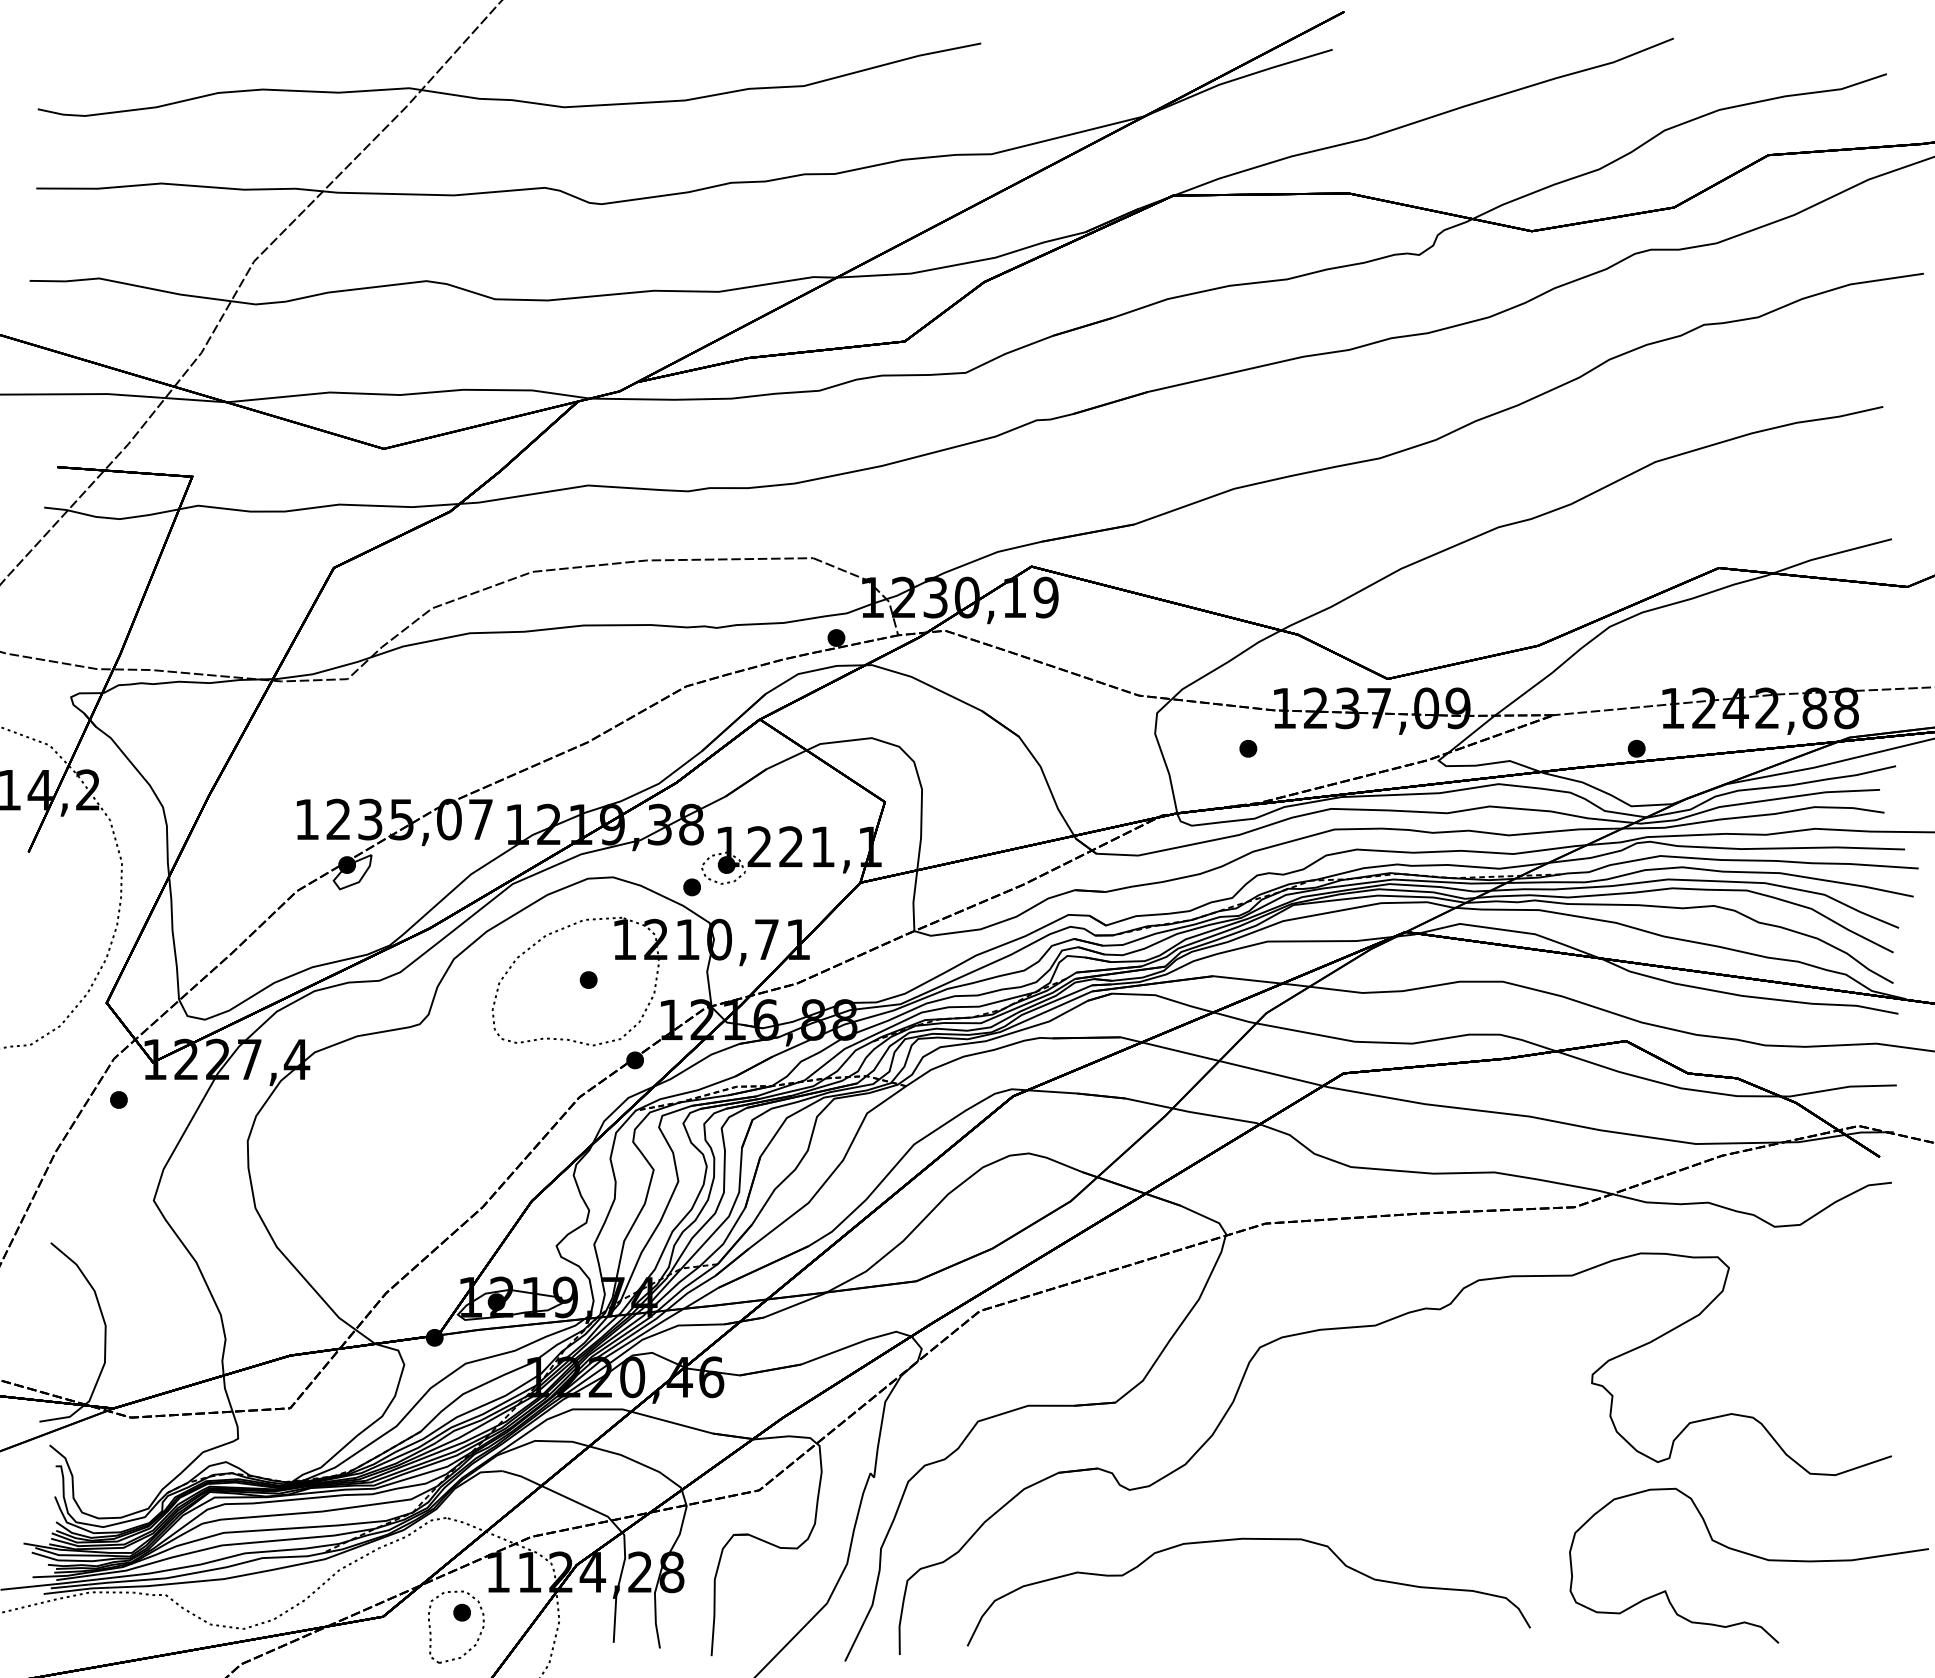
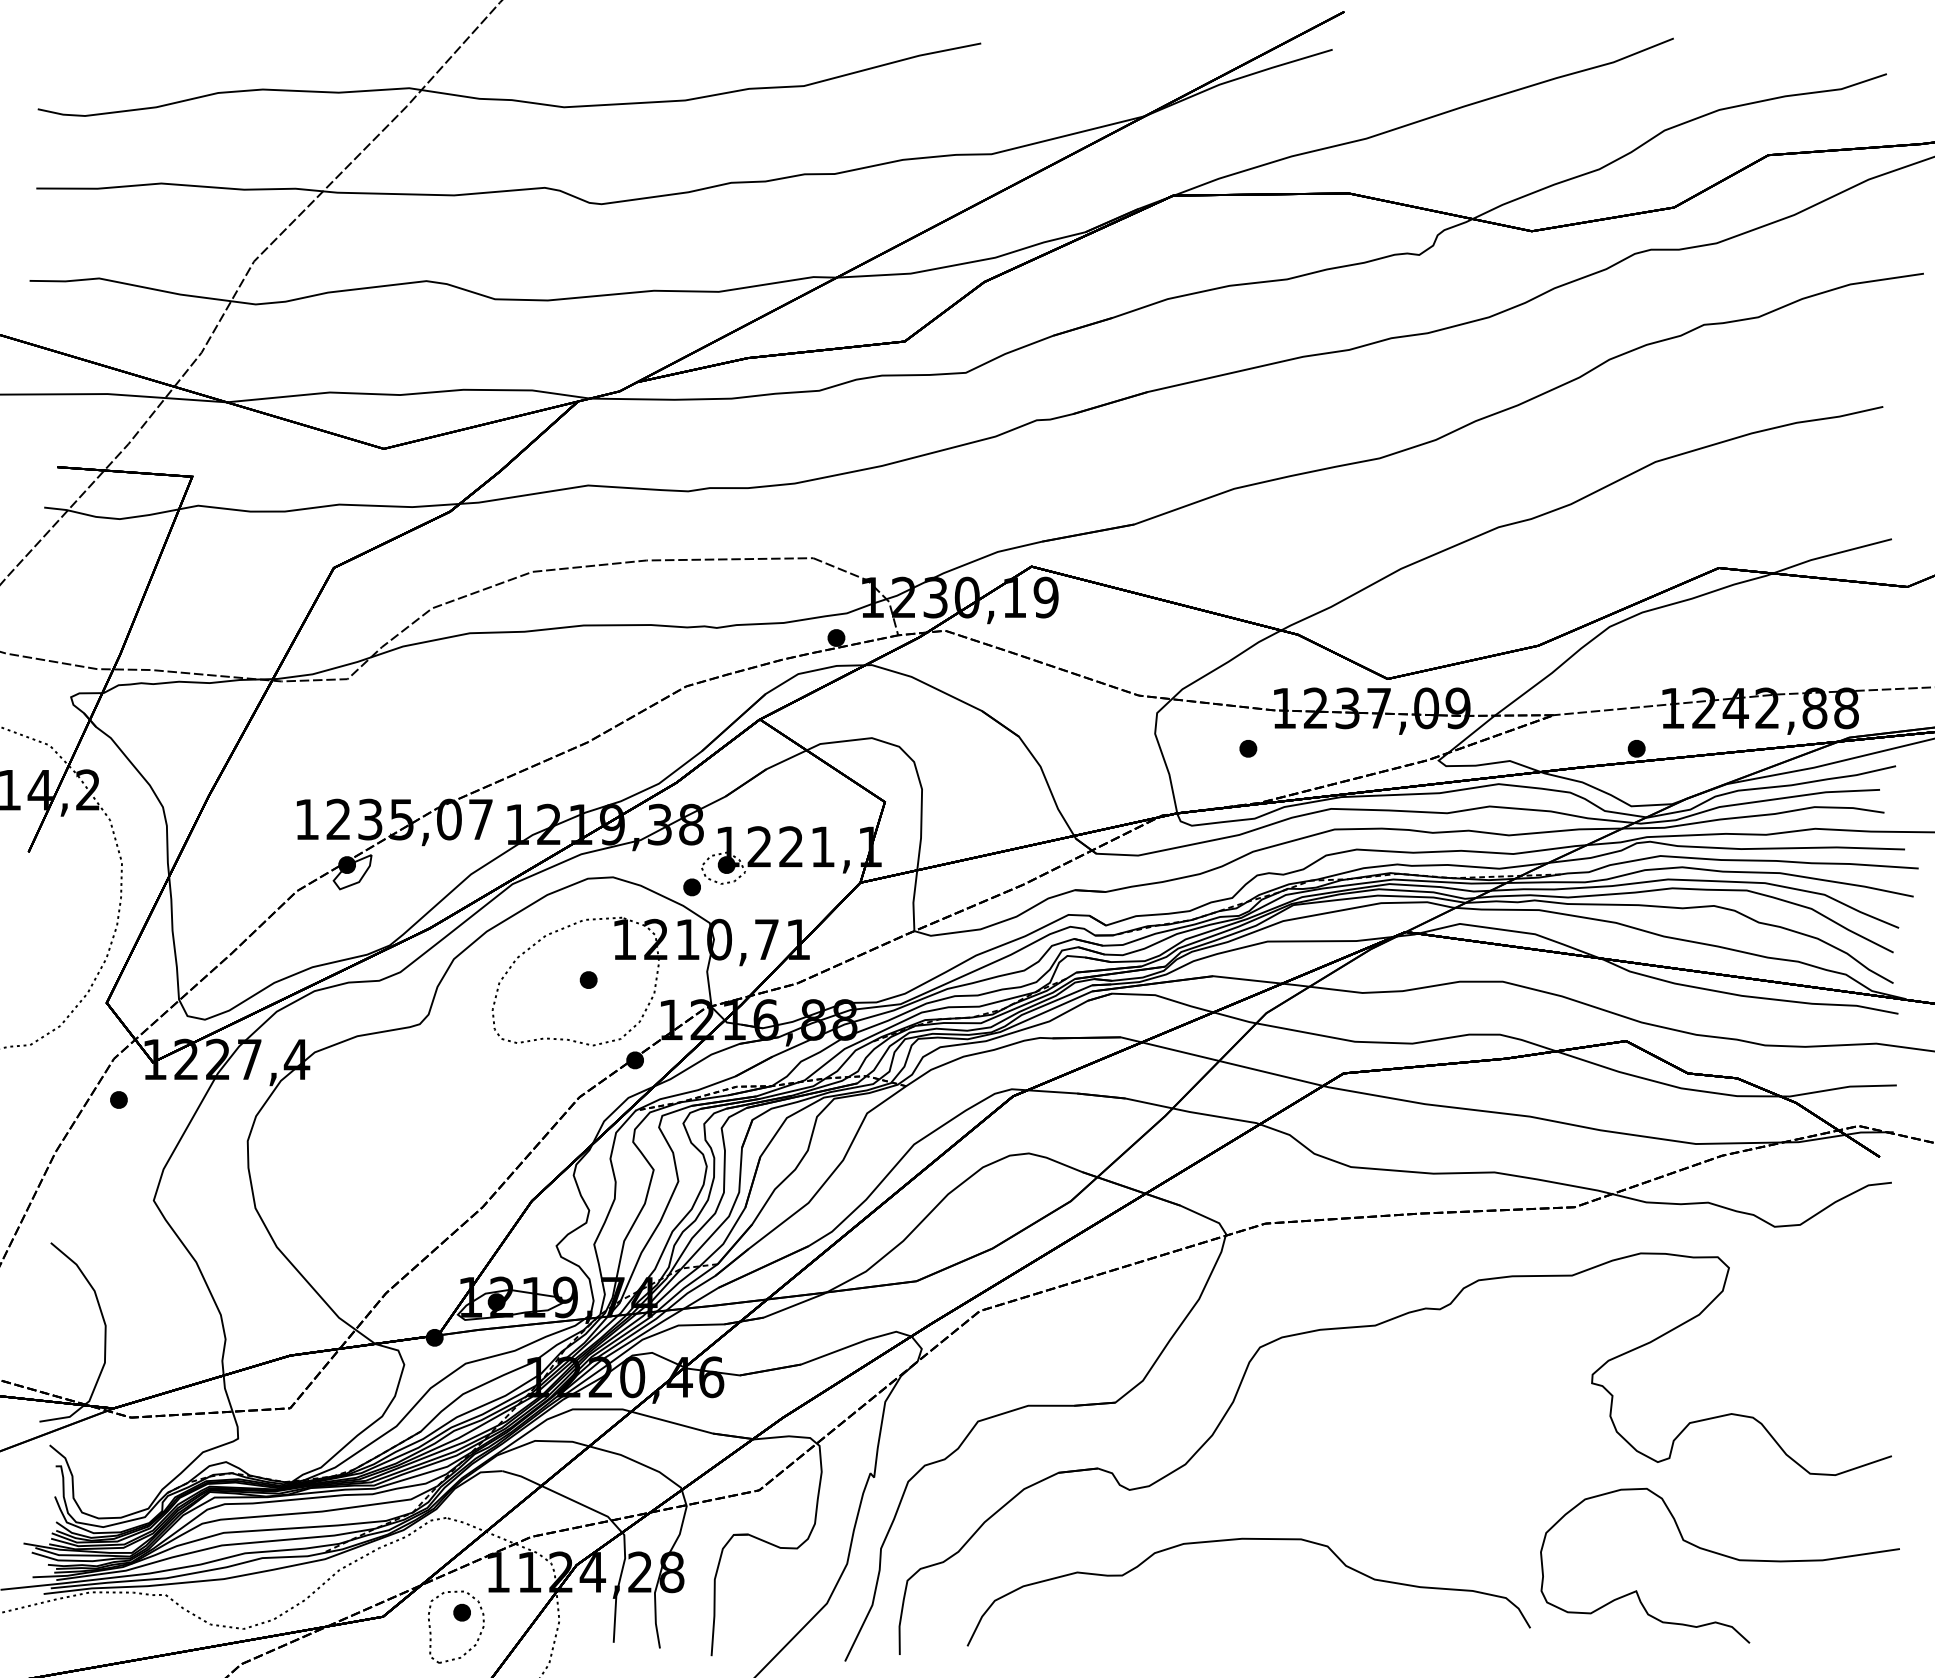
curve at (1752, 1556) position: (1752, 1556) -> (1723, 1556)
